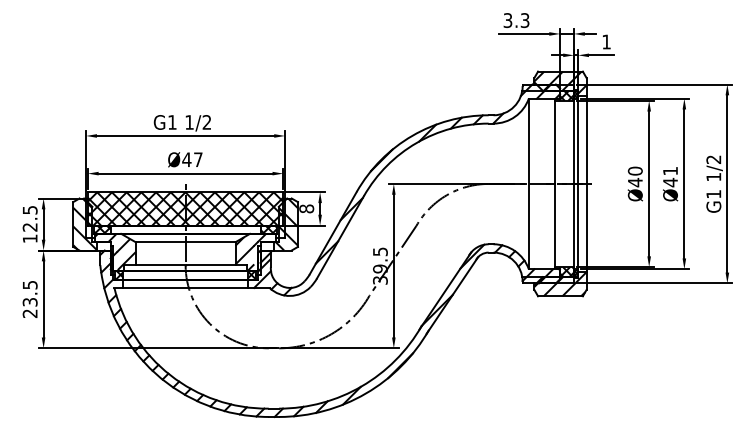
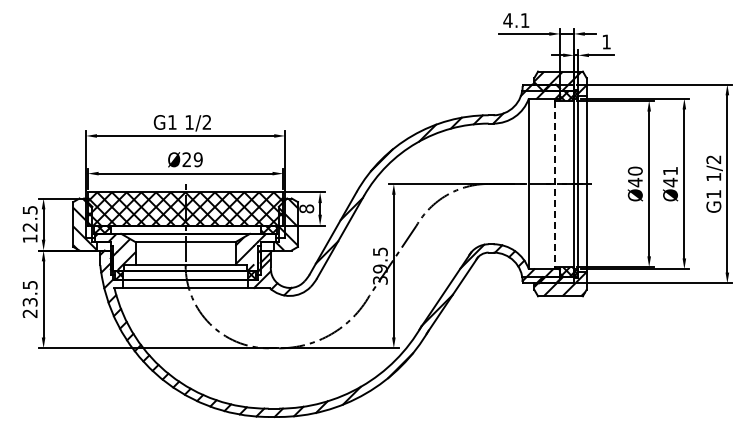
text at (516, 20): 3.3 -> 4.1
text at (192, 159): Ø47 -> Ø29
line at (555, 184): solid -> dashed
